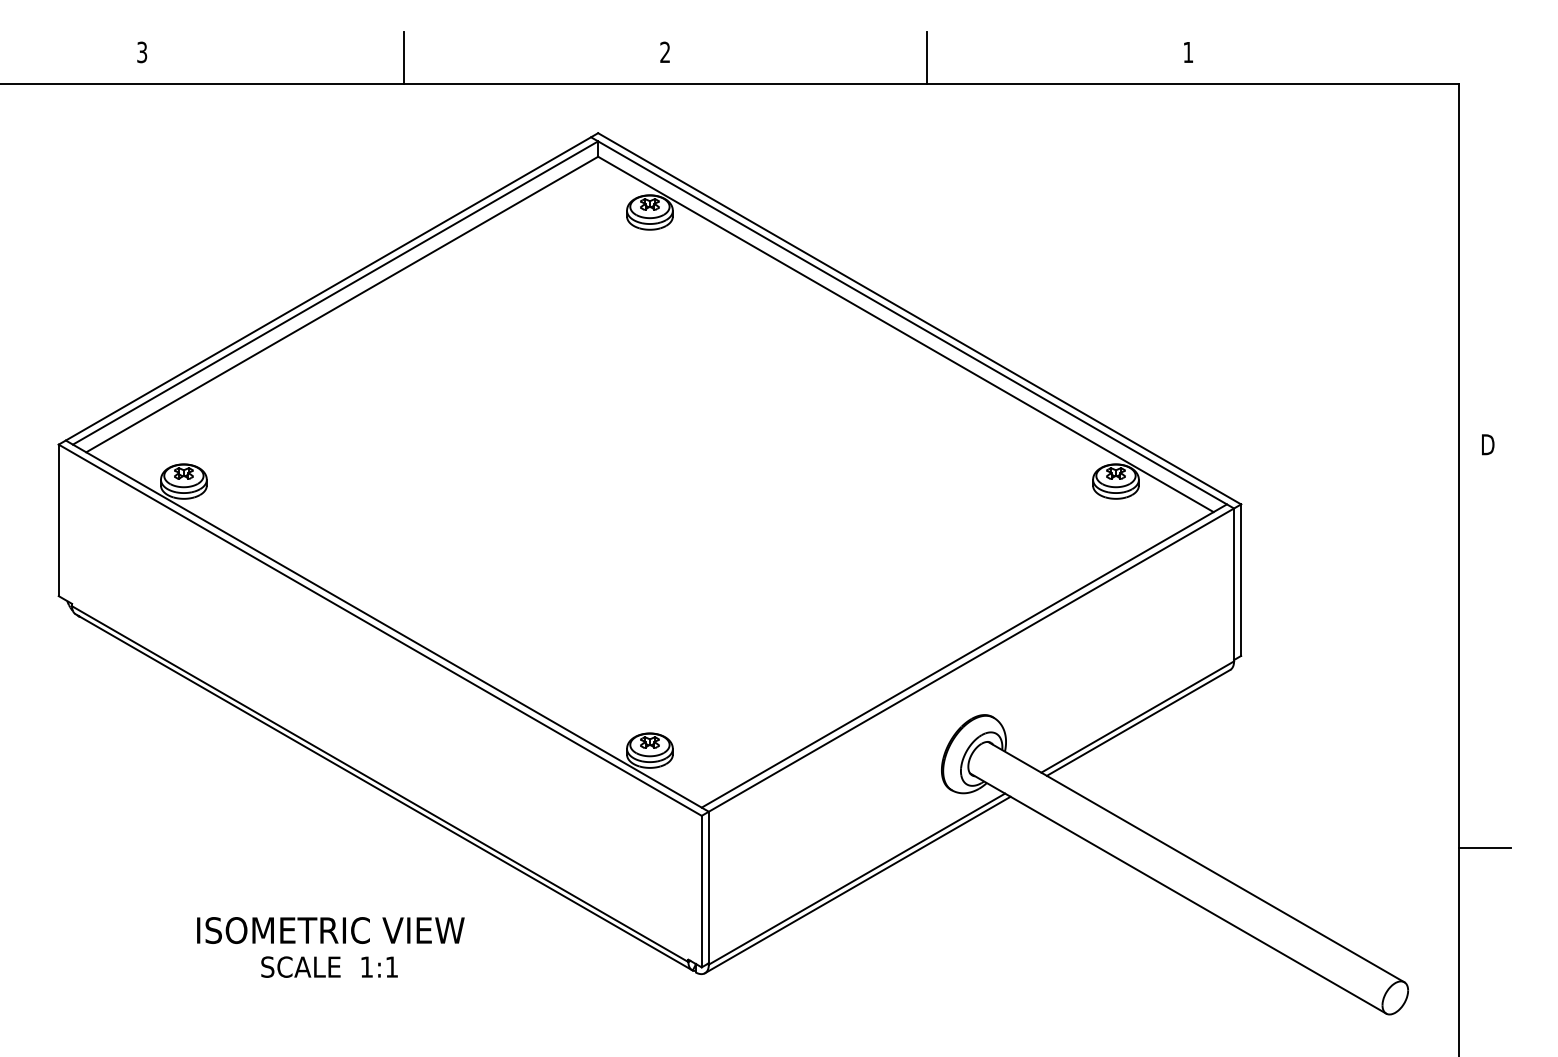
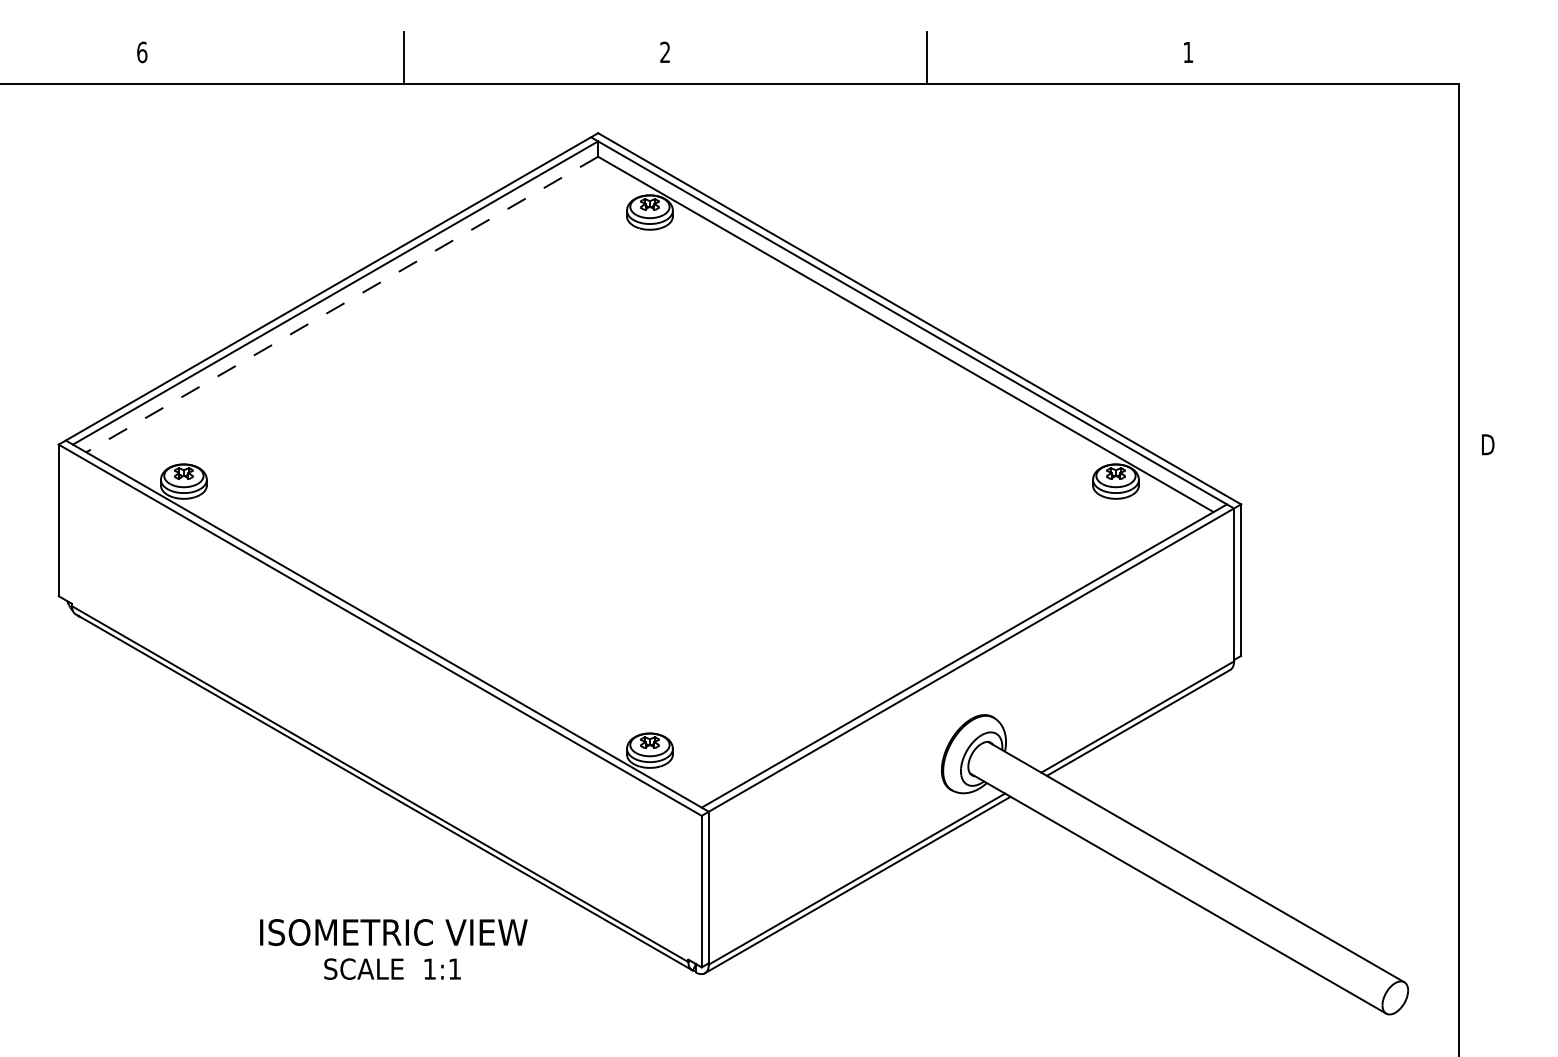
text at (142, 52): 3 -> 6
line at (342, 304): solid -> dashed
line at (1484, 847): present -> none
text at (330, 947) position: (330, 947) -> (393, 949)
